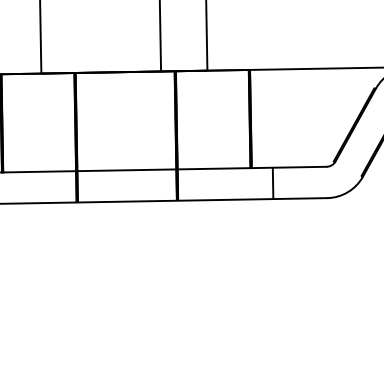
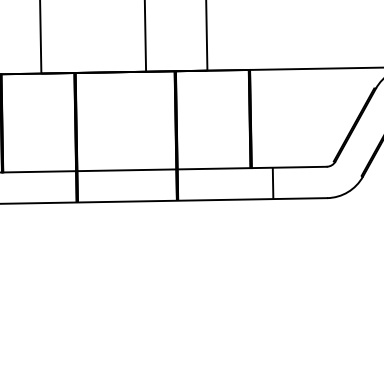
line at (160, 36) position: (160, 36) -> (145, 36)
